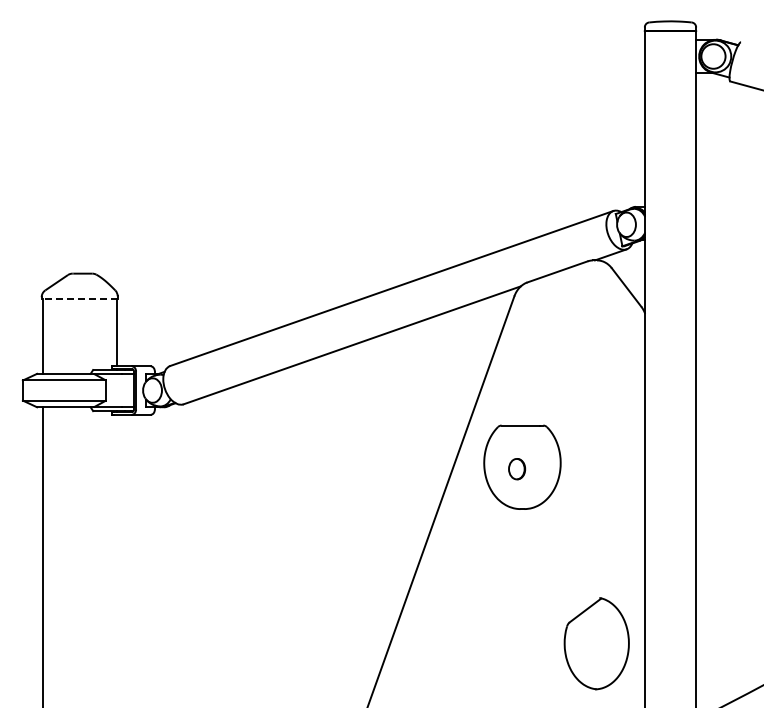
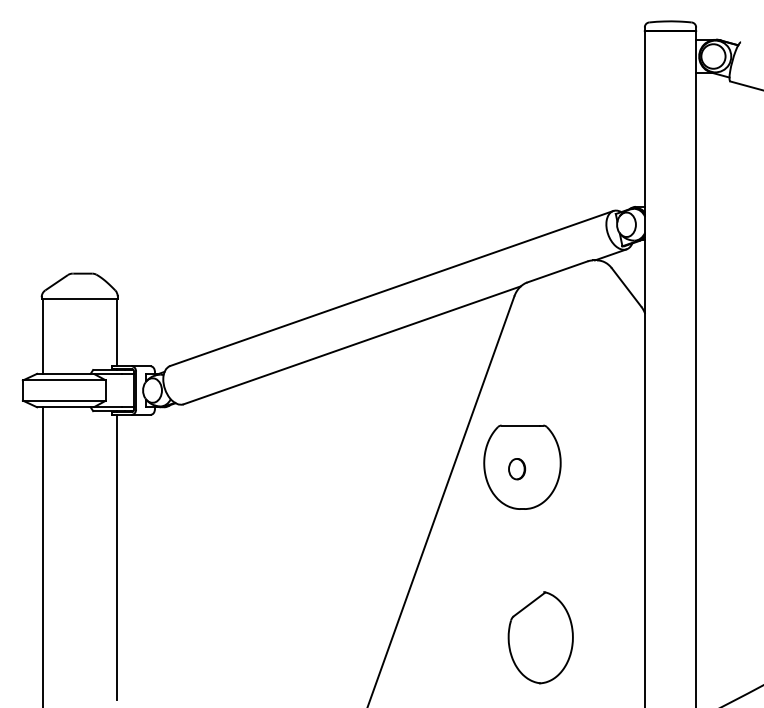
line at (79, 298): dashed -> solid
line at (116, 557): none -> present
part at (596, 643) position: (596, 643) -> (540, 637)
